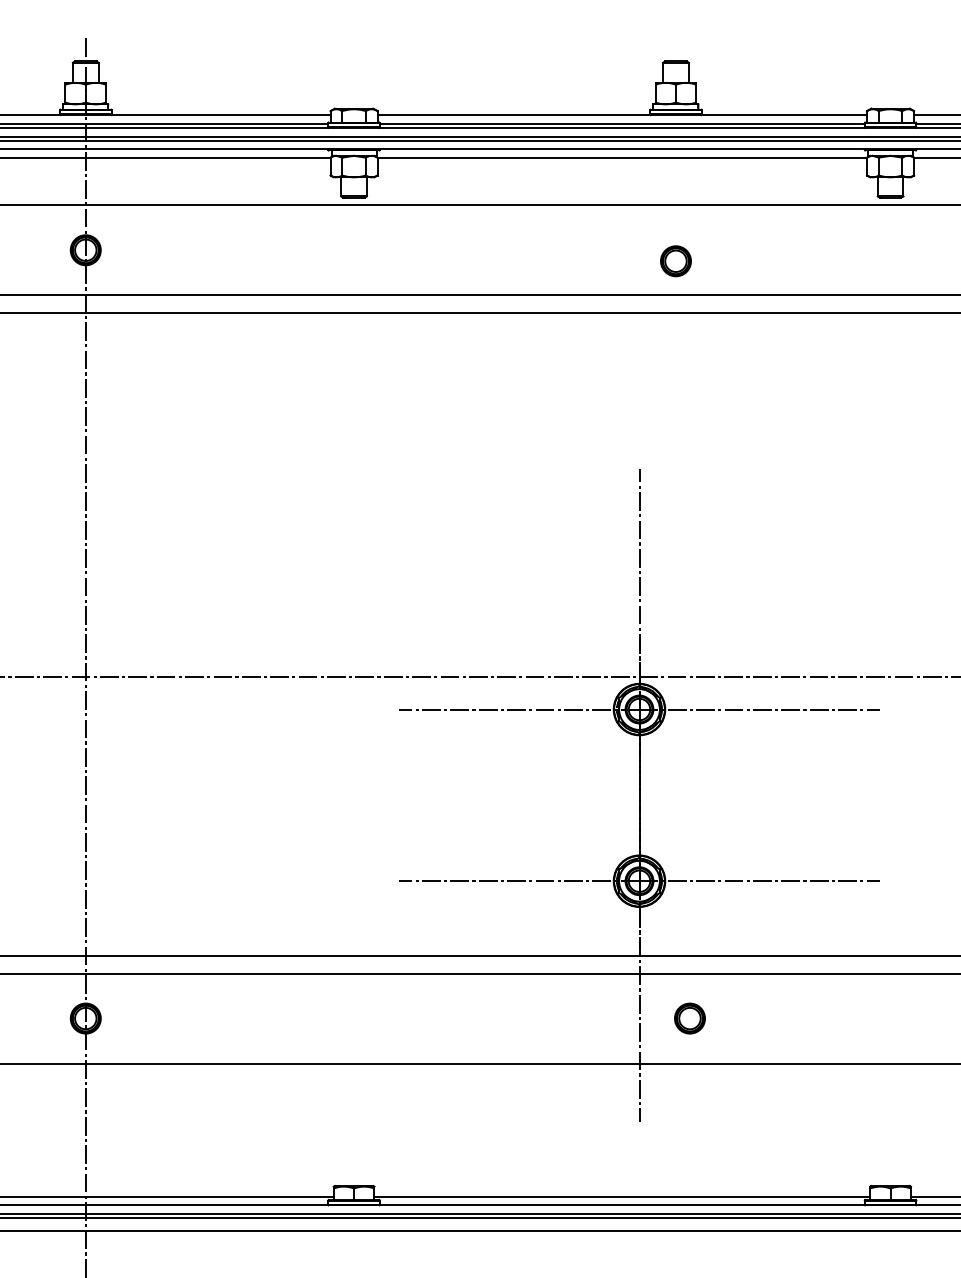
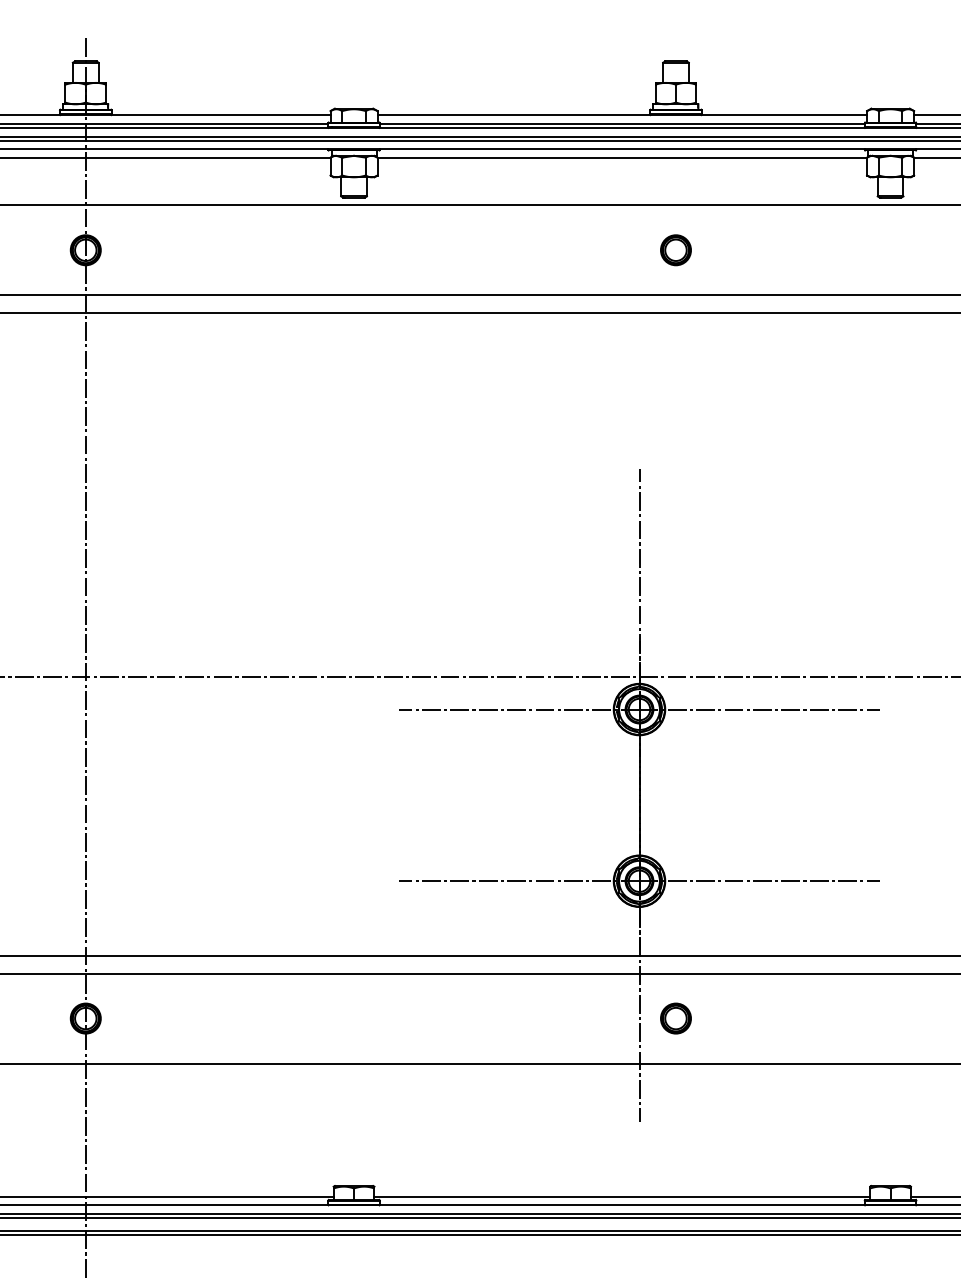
part at (675, 261) position: (675, 261) -> (675, 250)
part at (689, 1018) position: (689, 1018) -> (675, 1018)
line at (479, 1235): none -> present
